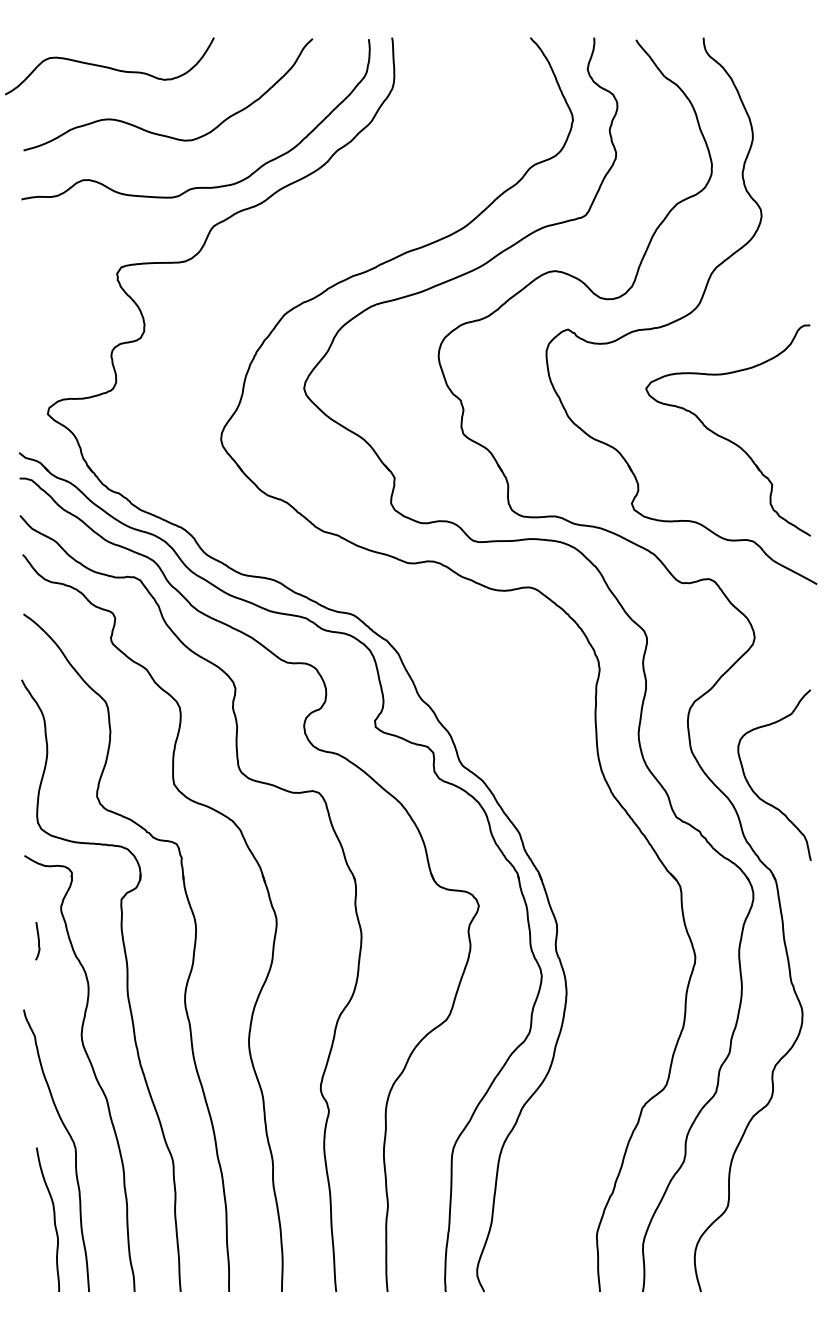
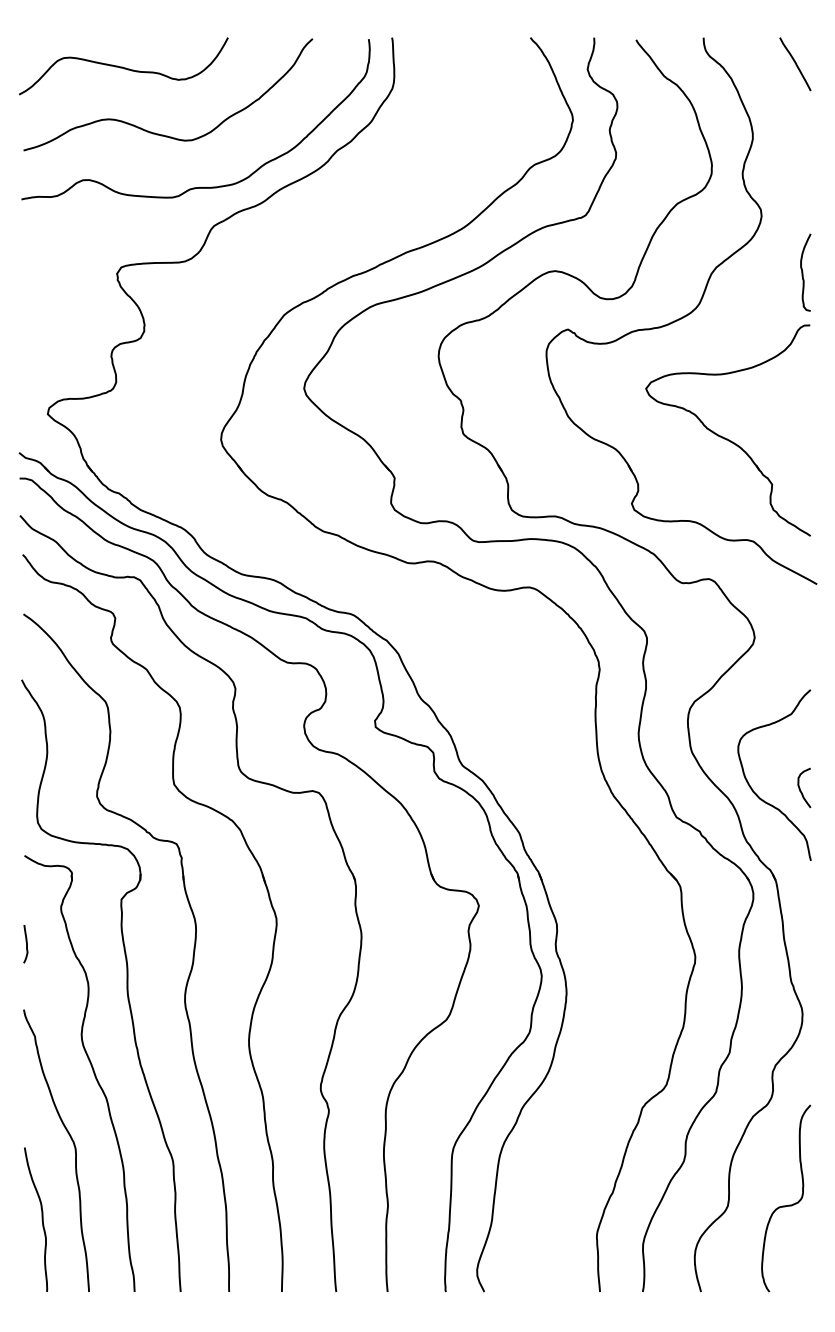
curve at (795, 64): none -> present
curve at (108, 66) position: (108, 66) -> (122, 66)
curve at (803, 272): none -> present
curve at (800, 787): none -> present
curve at (38, 941) position: (38, 941) -> (26, 944)
curve at (788, 1204): none -> present
curve at (53, 1219) position: (53, 1219) -> (41, 1219)
